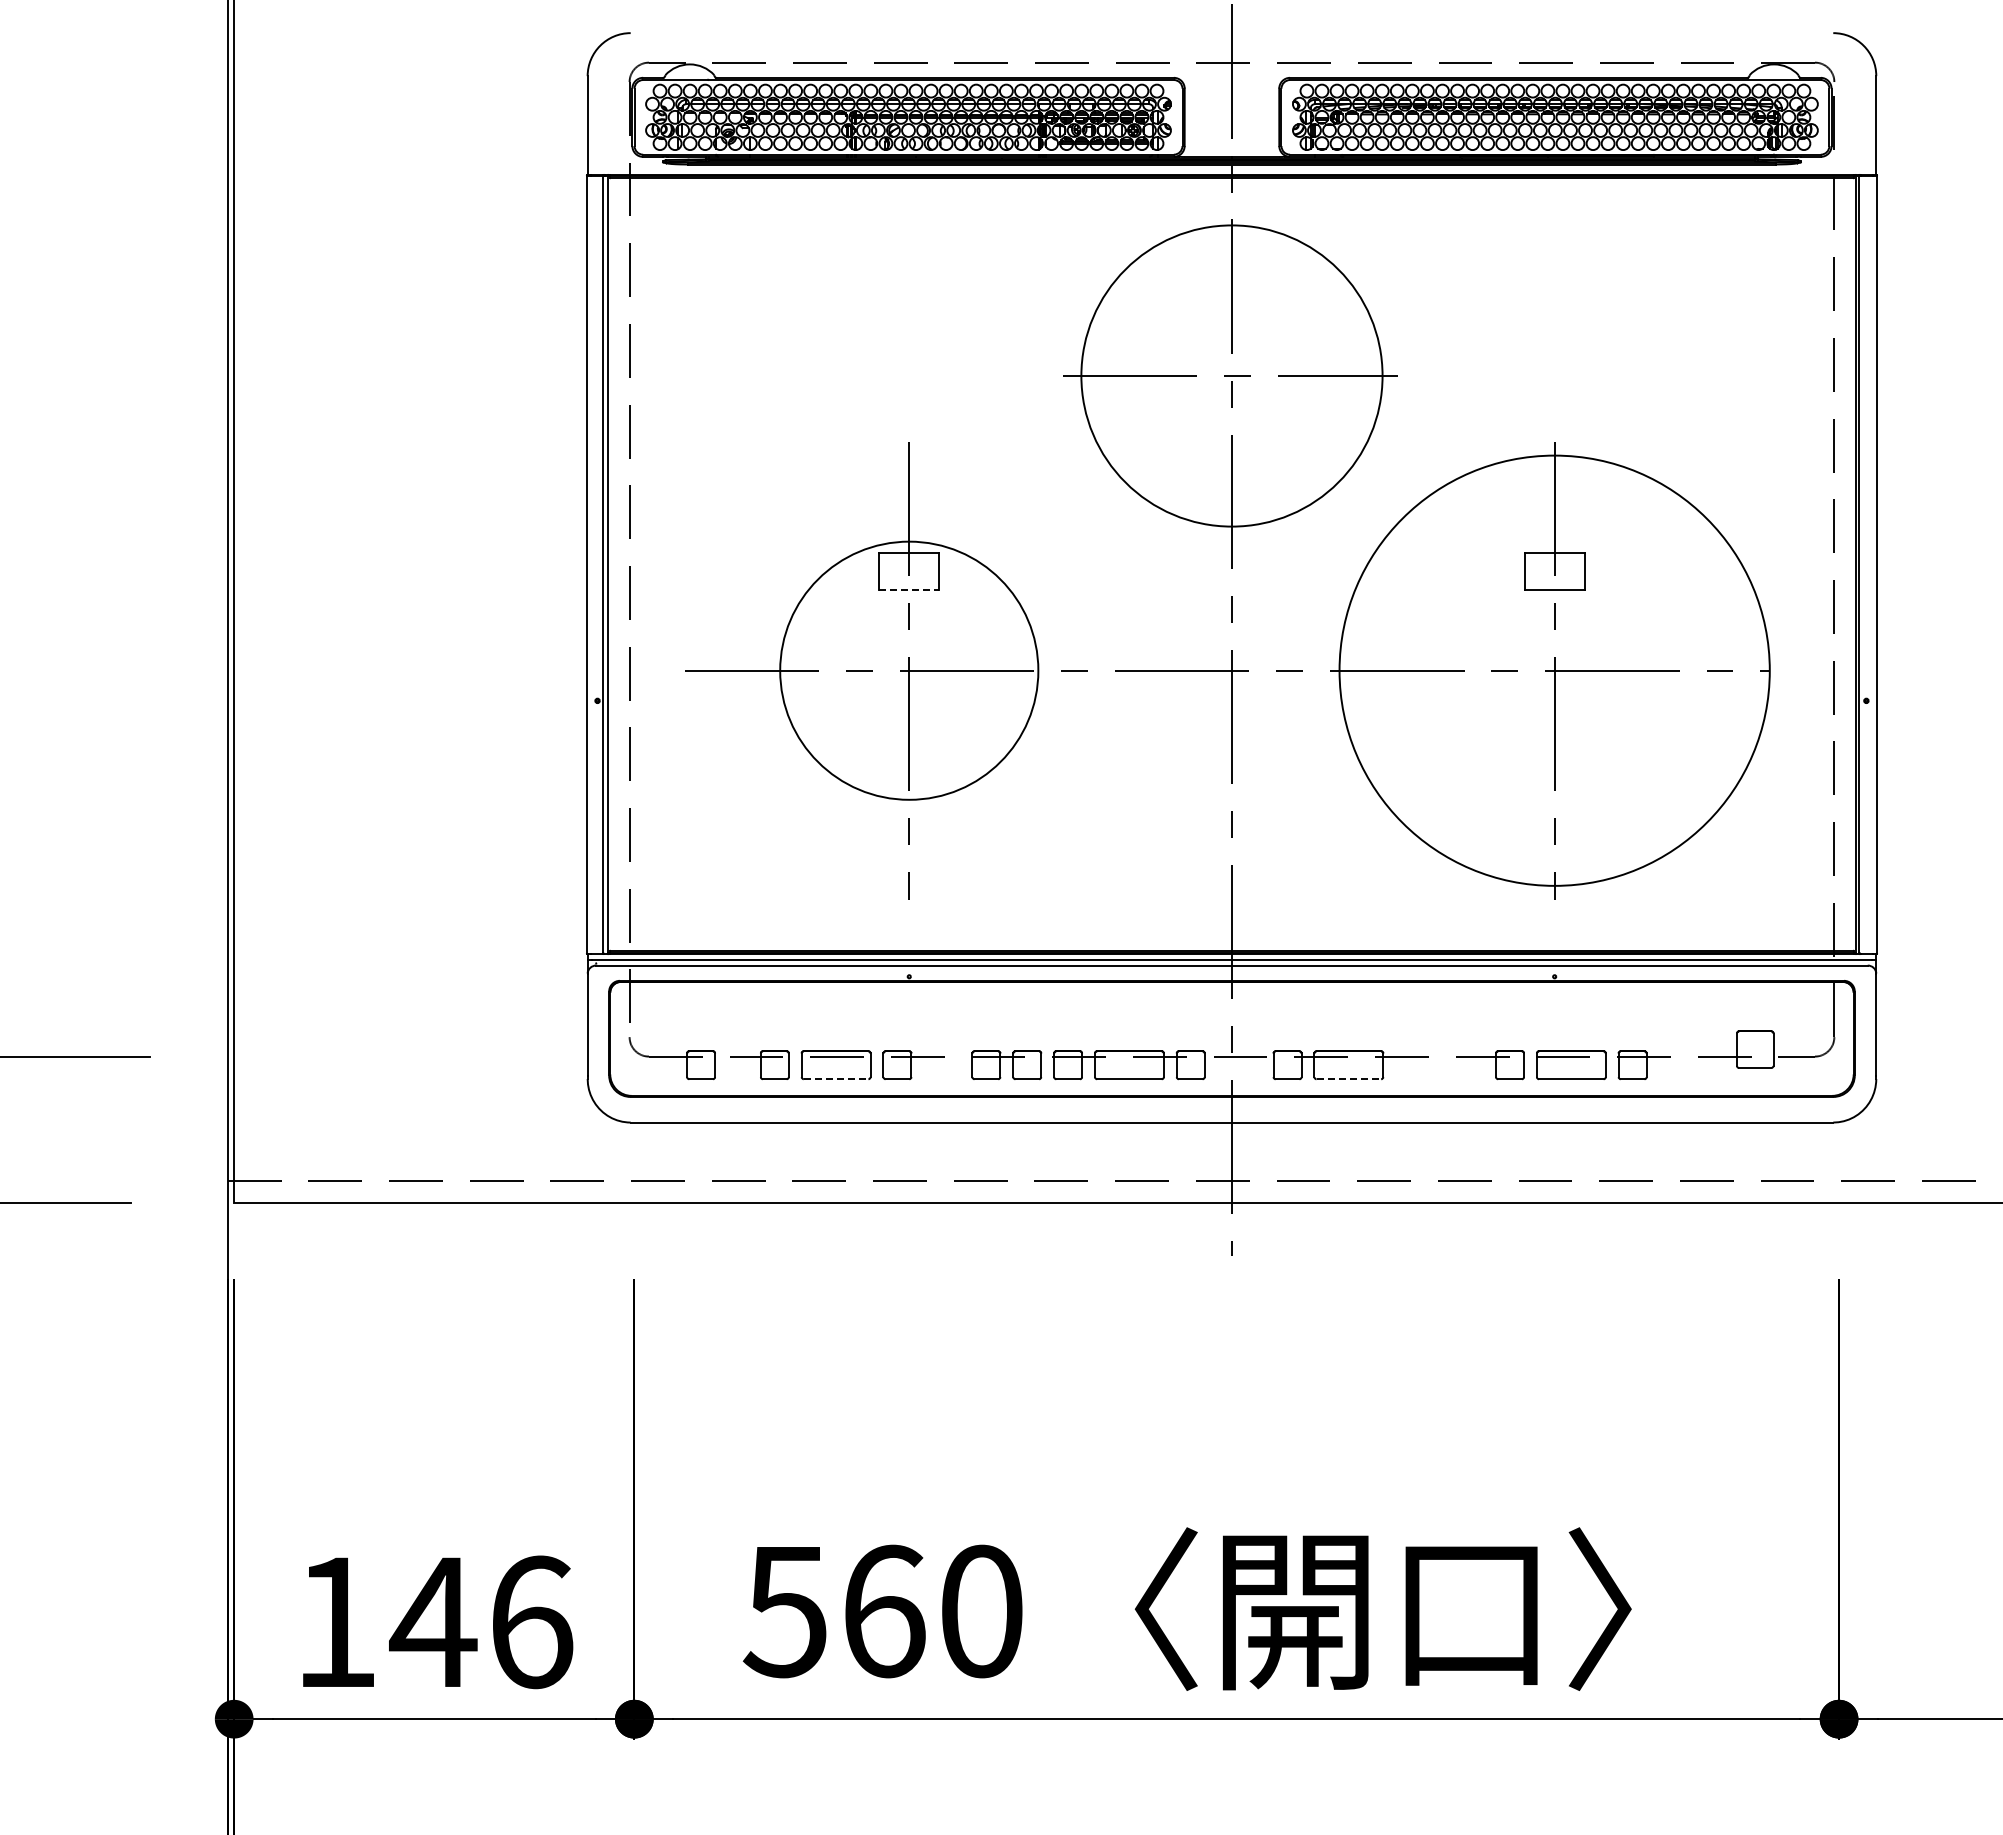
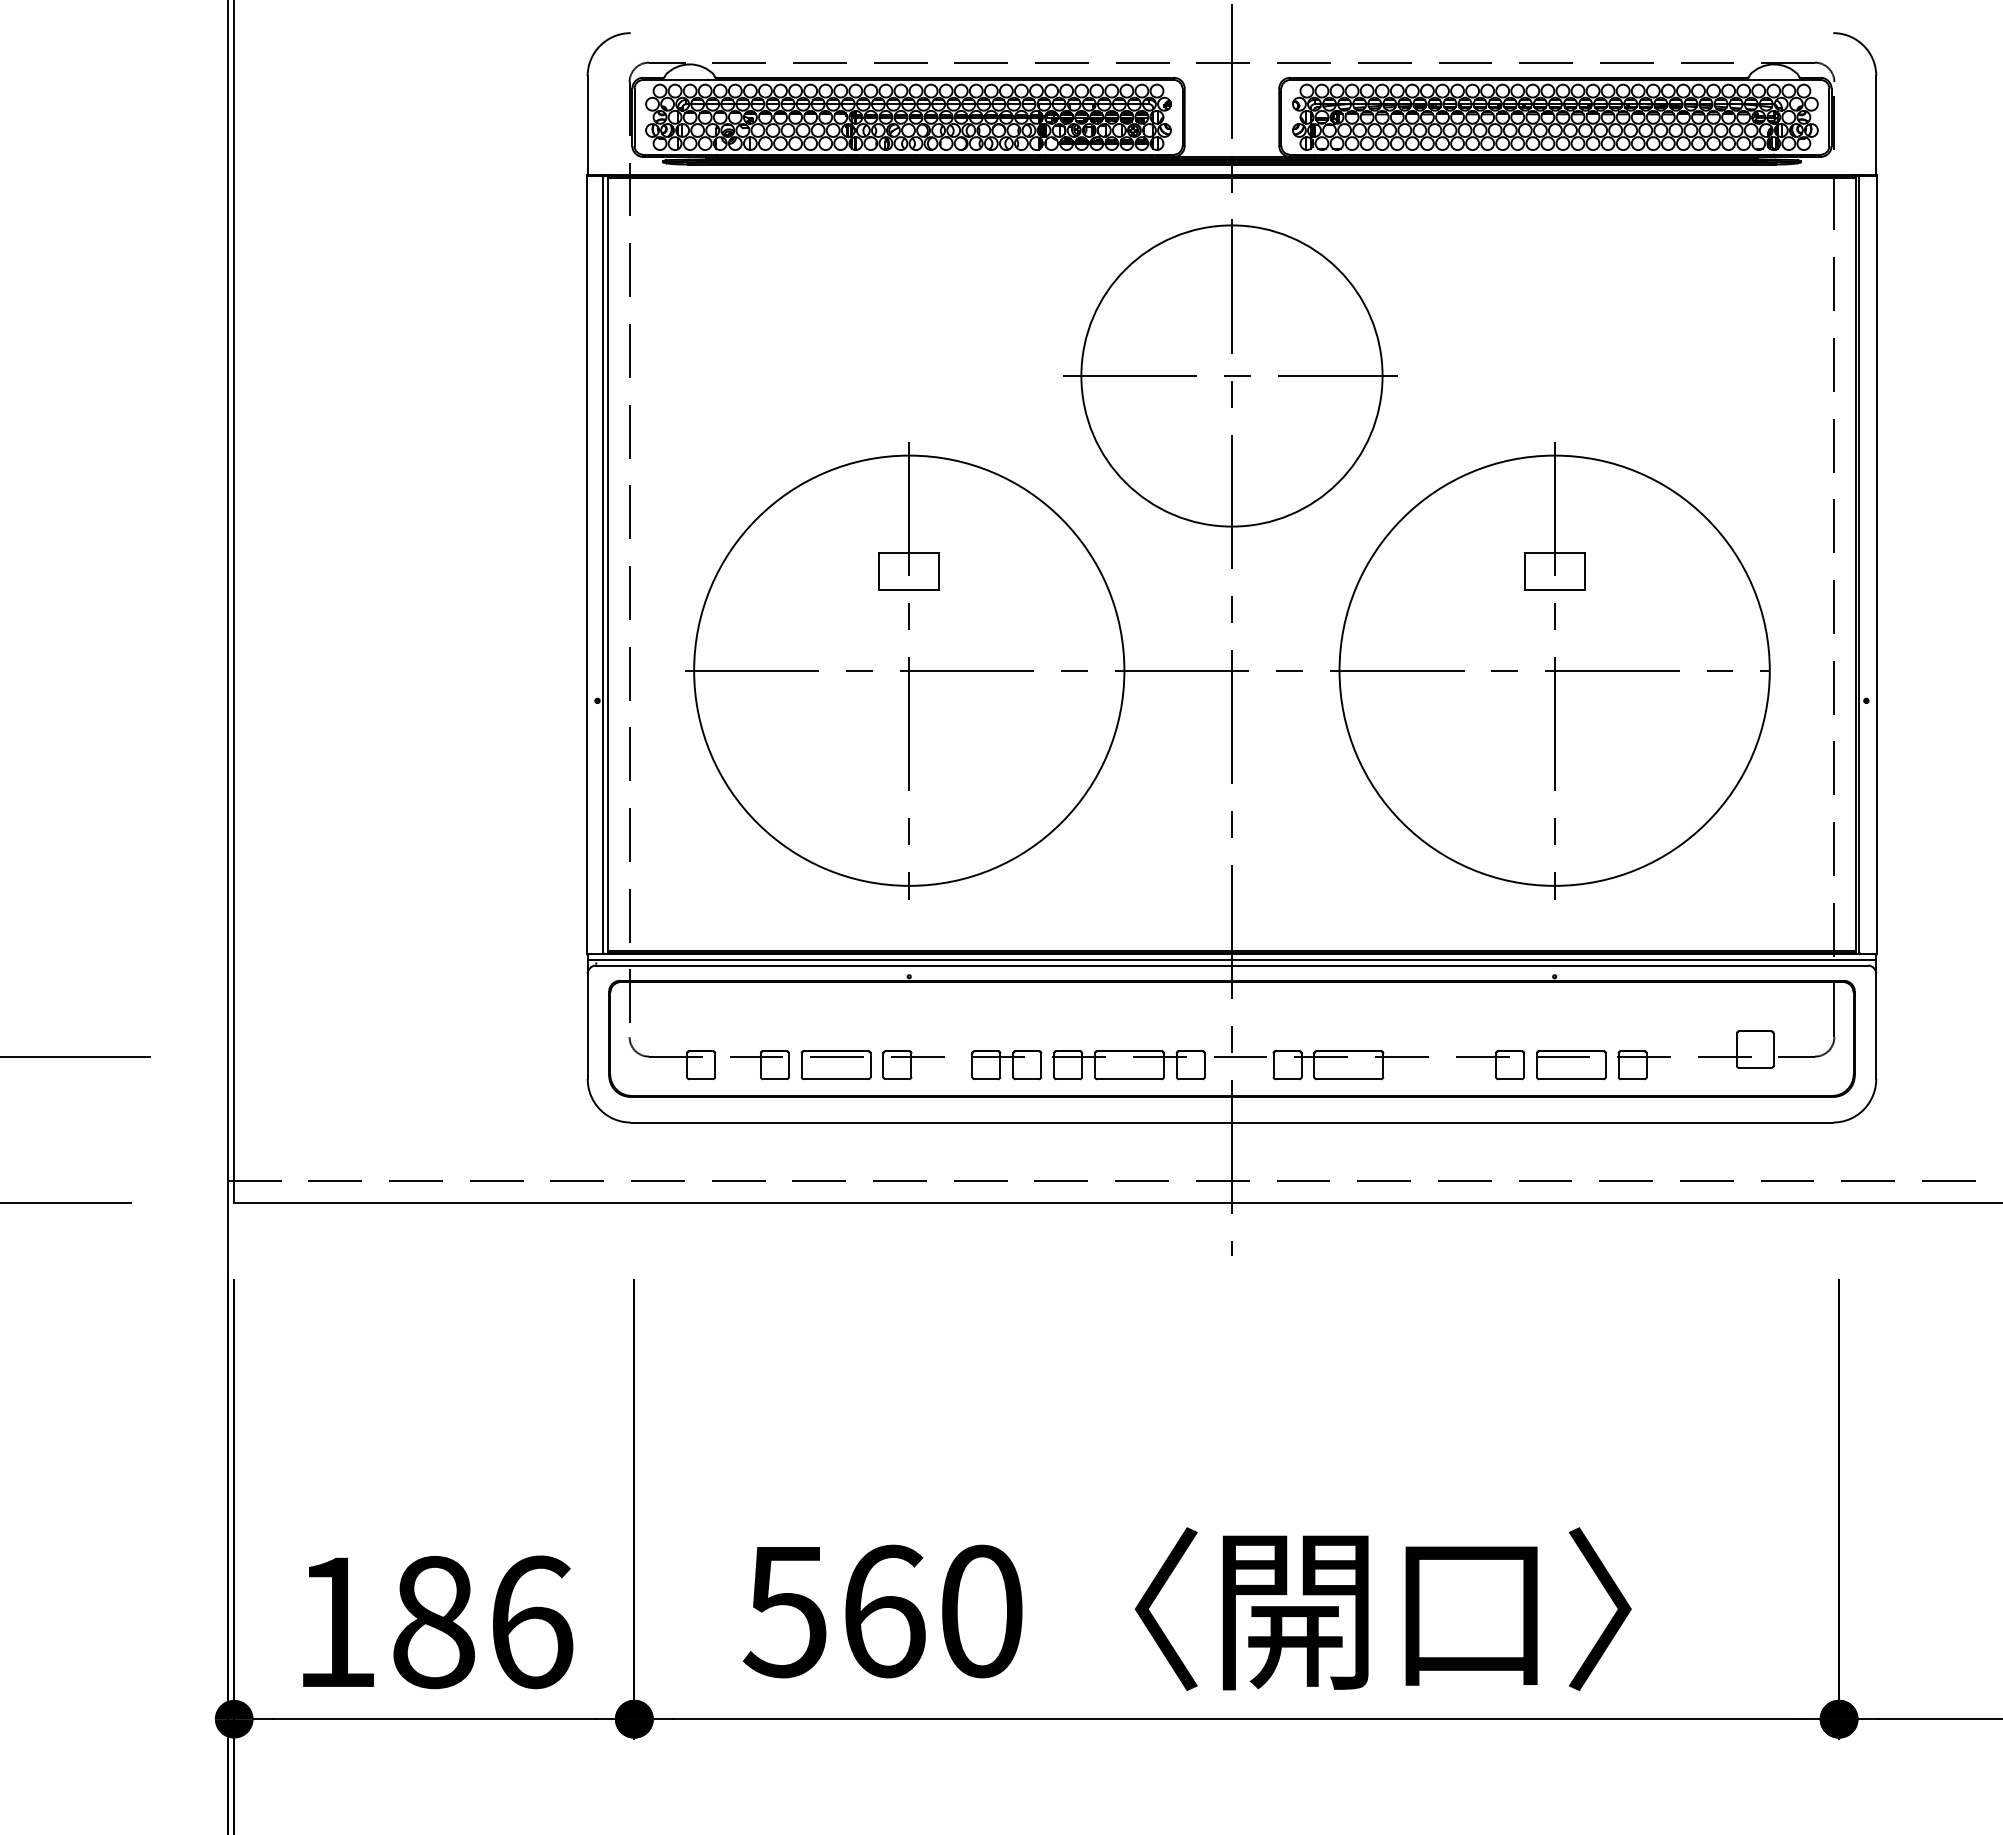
line at (909, 590): dashed -> solid
circle at (909, 670) diameter: 258 px -> 430 px
line at (836, 1079): dashed -> solid
line at (1349, 1079): dashed -> solid
text at (433, 1622): 146 -> 186
